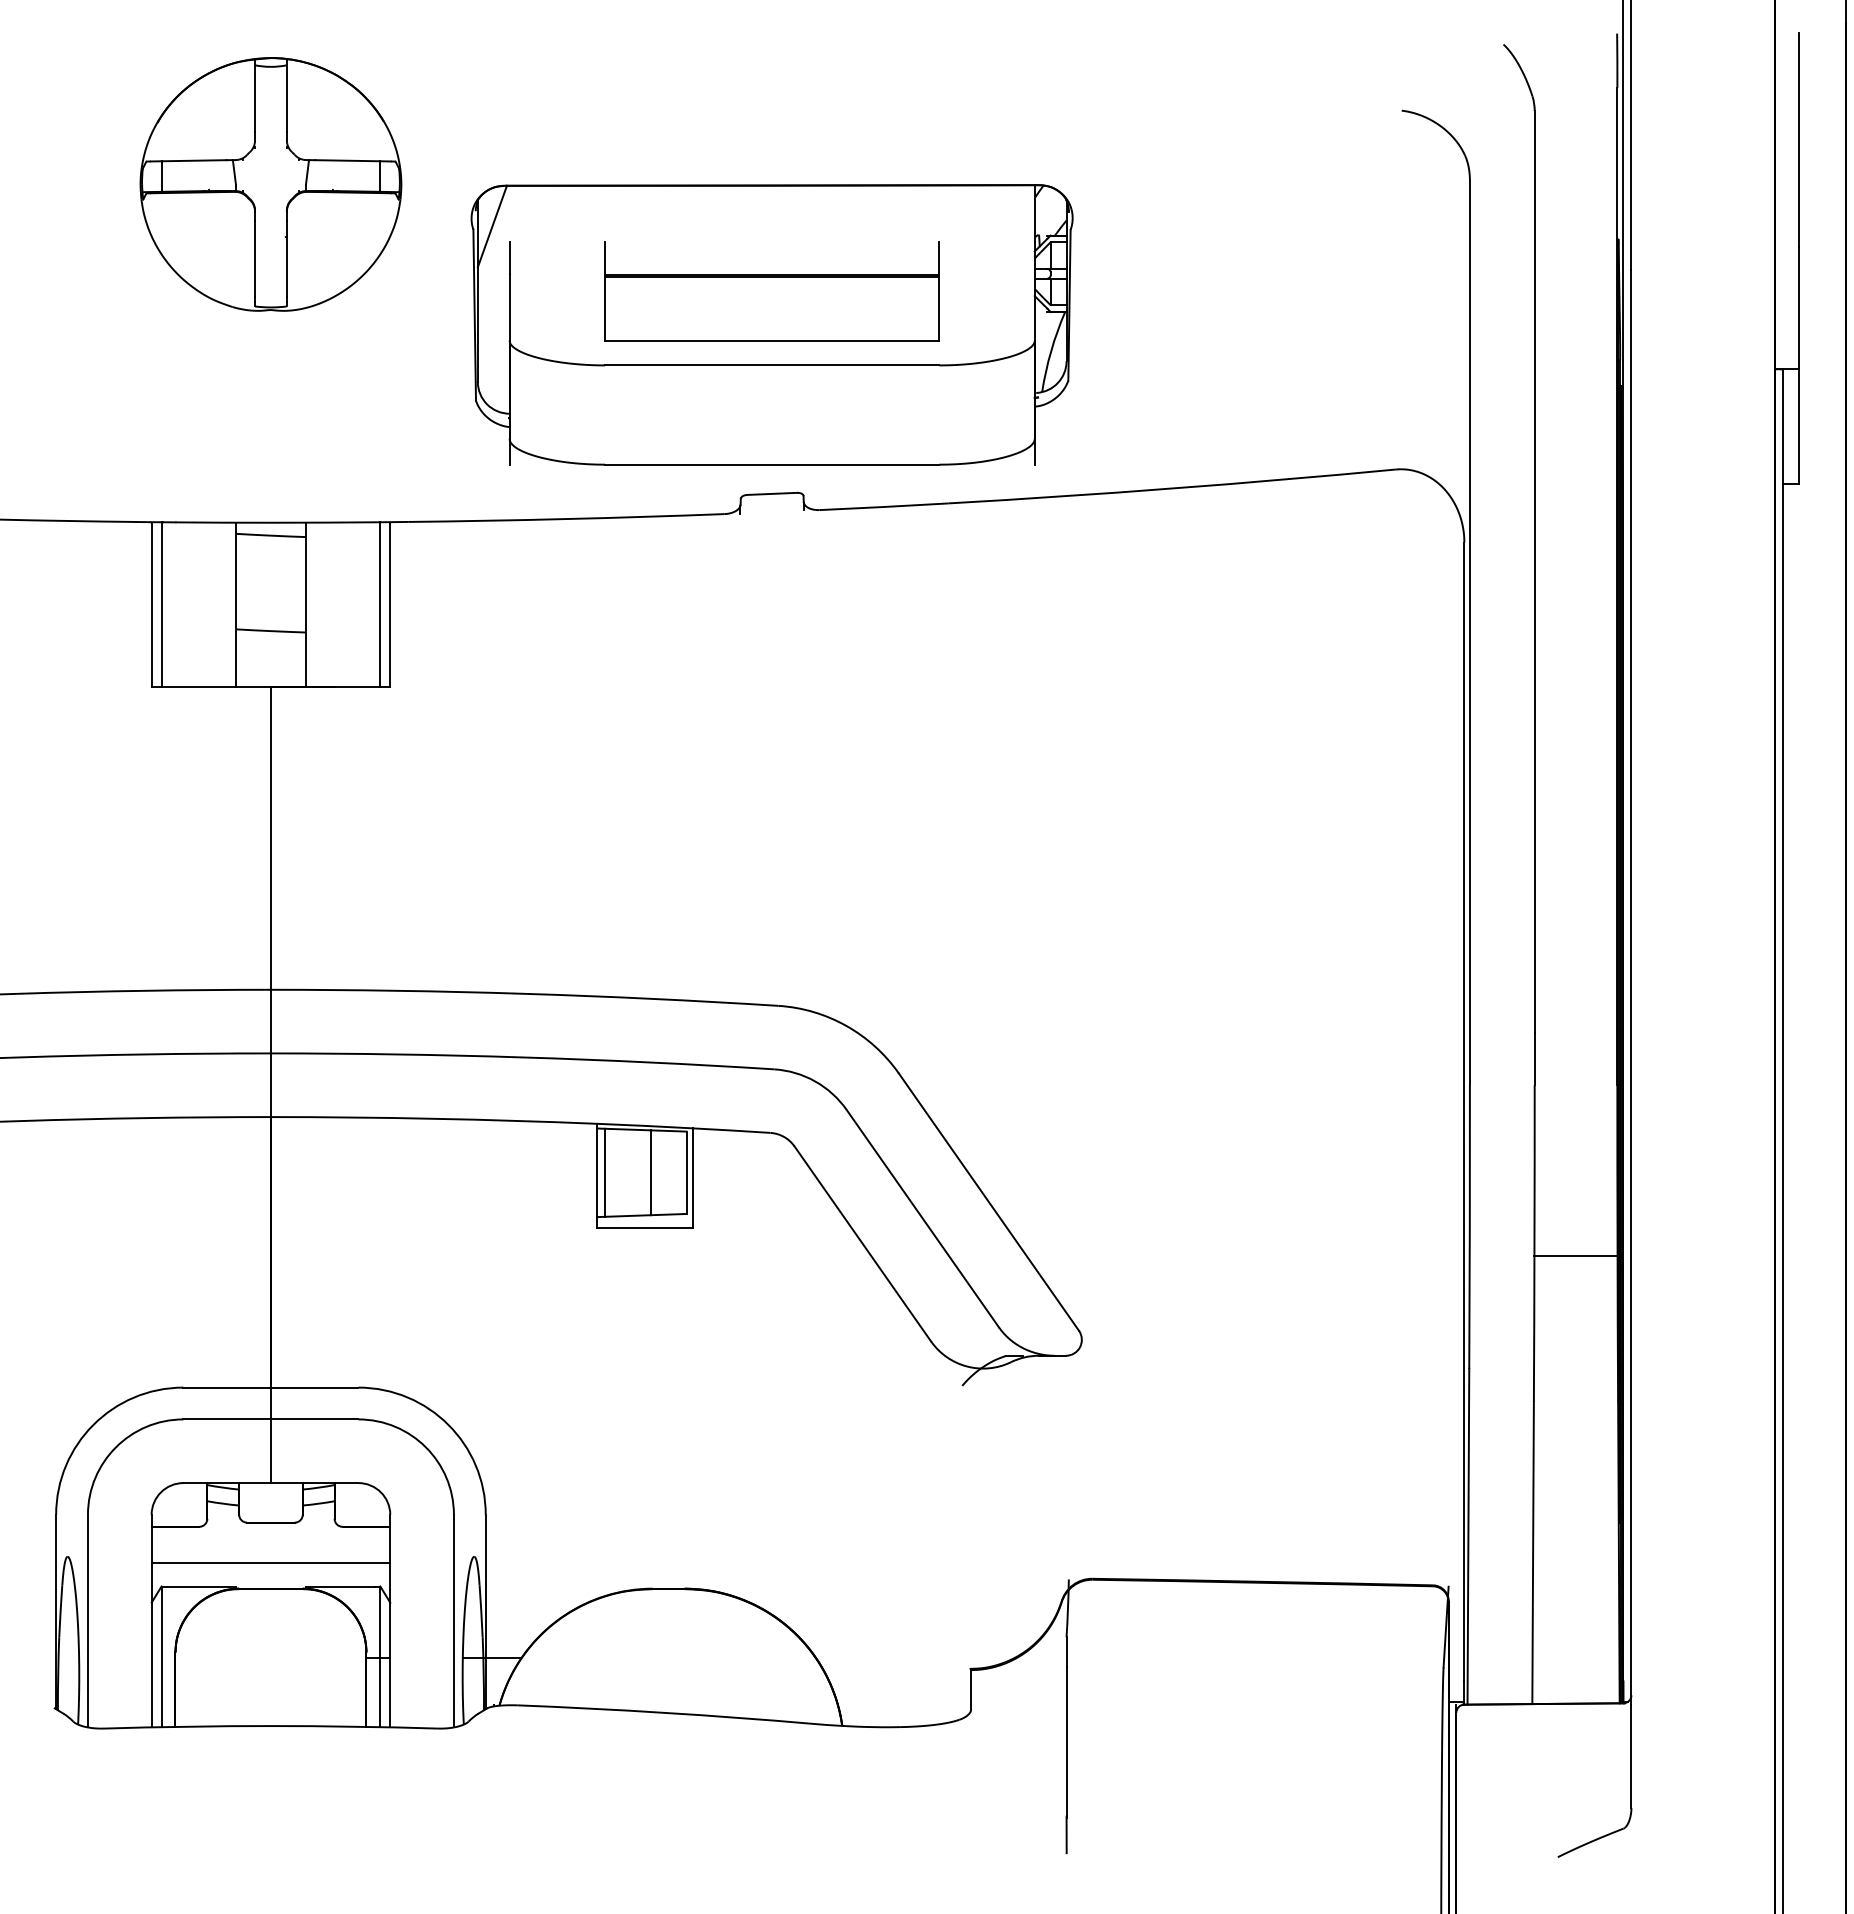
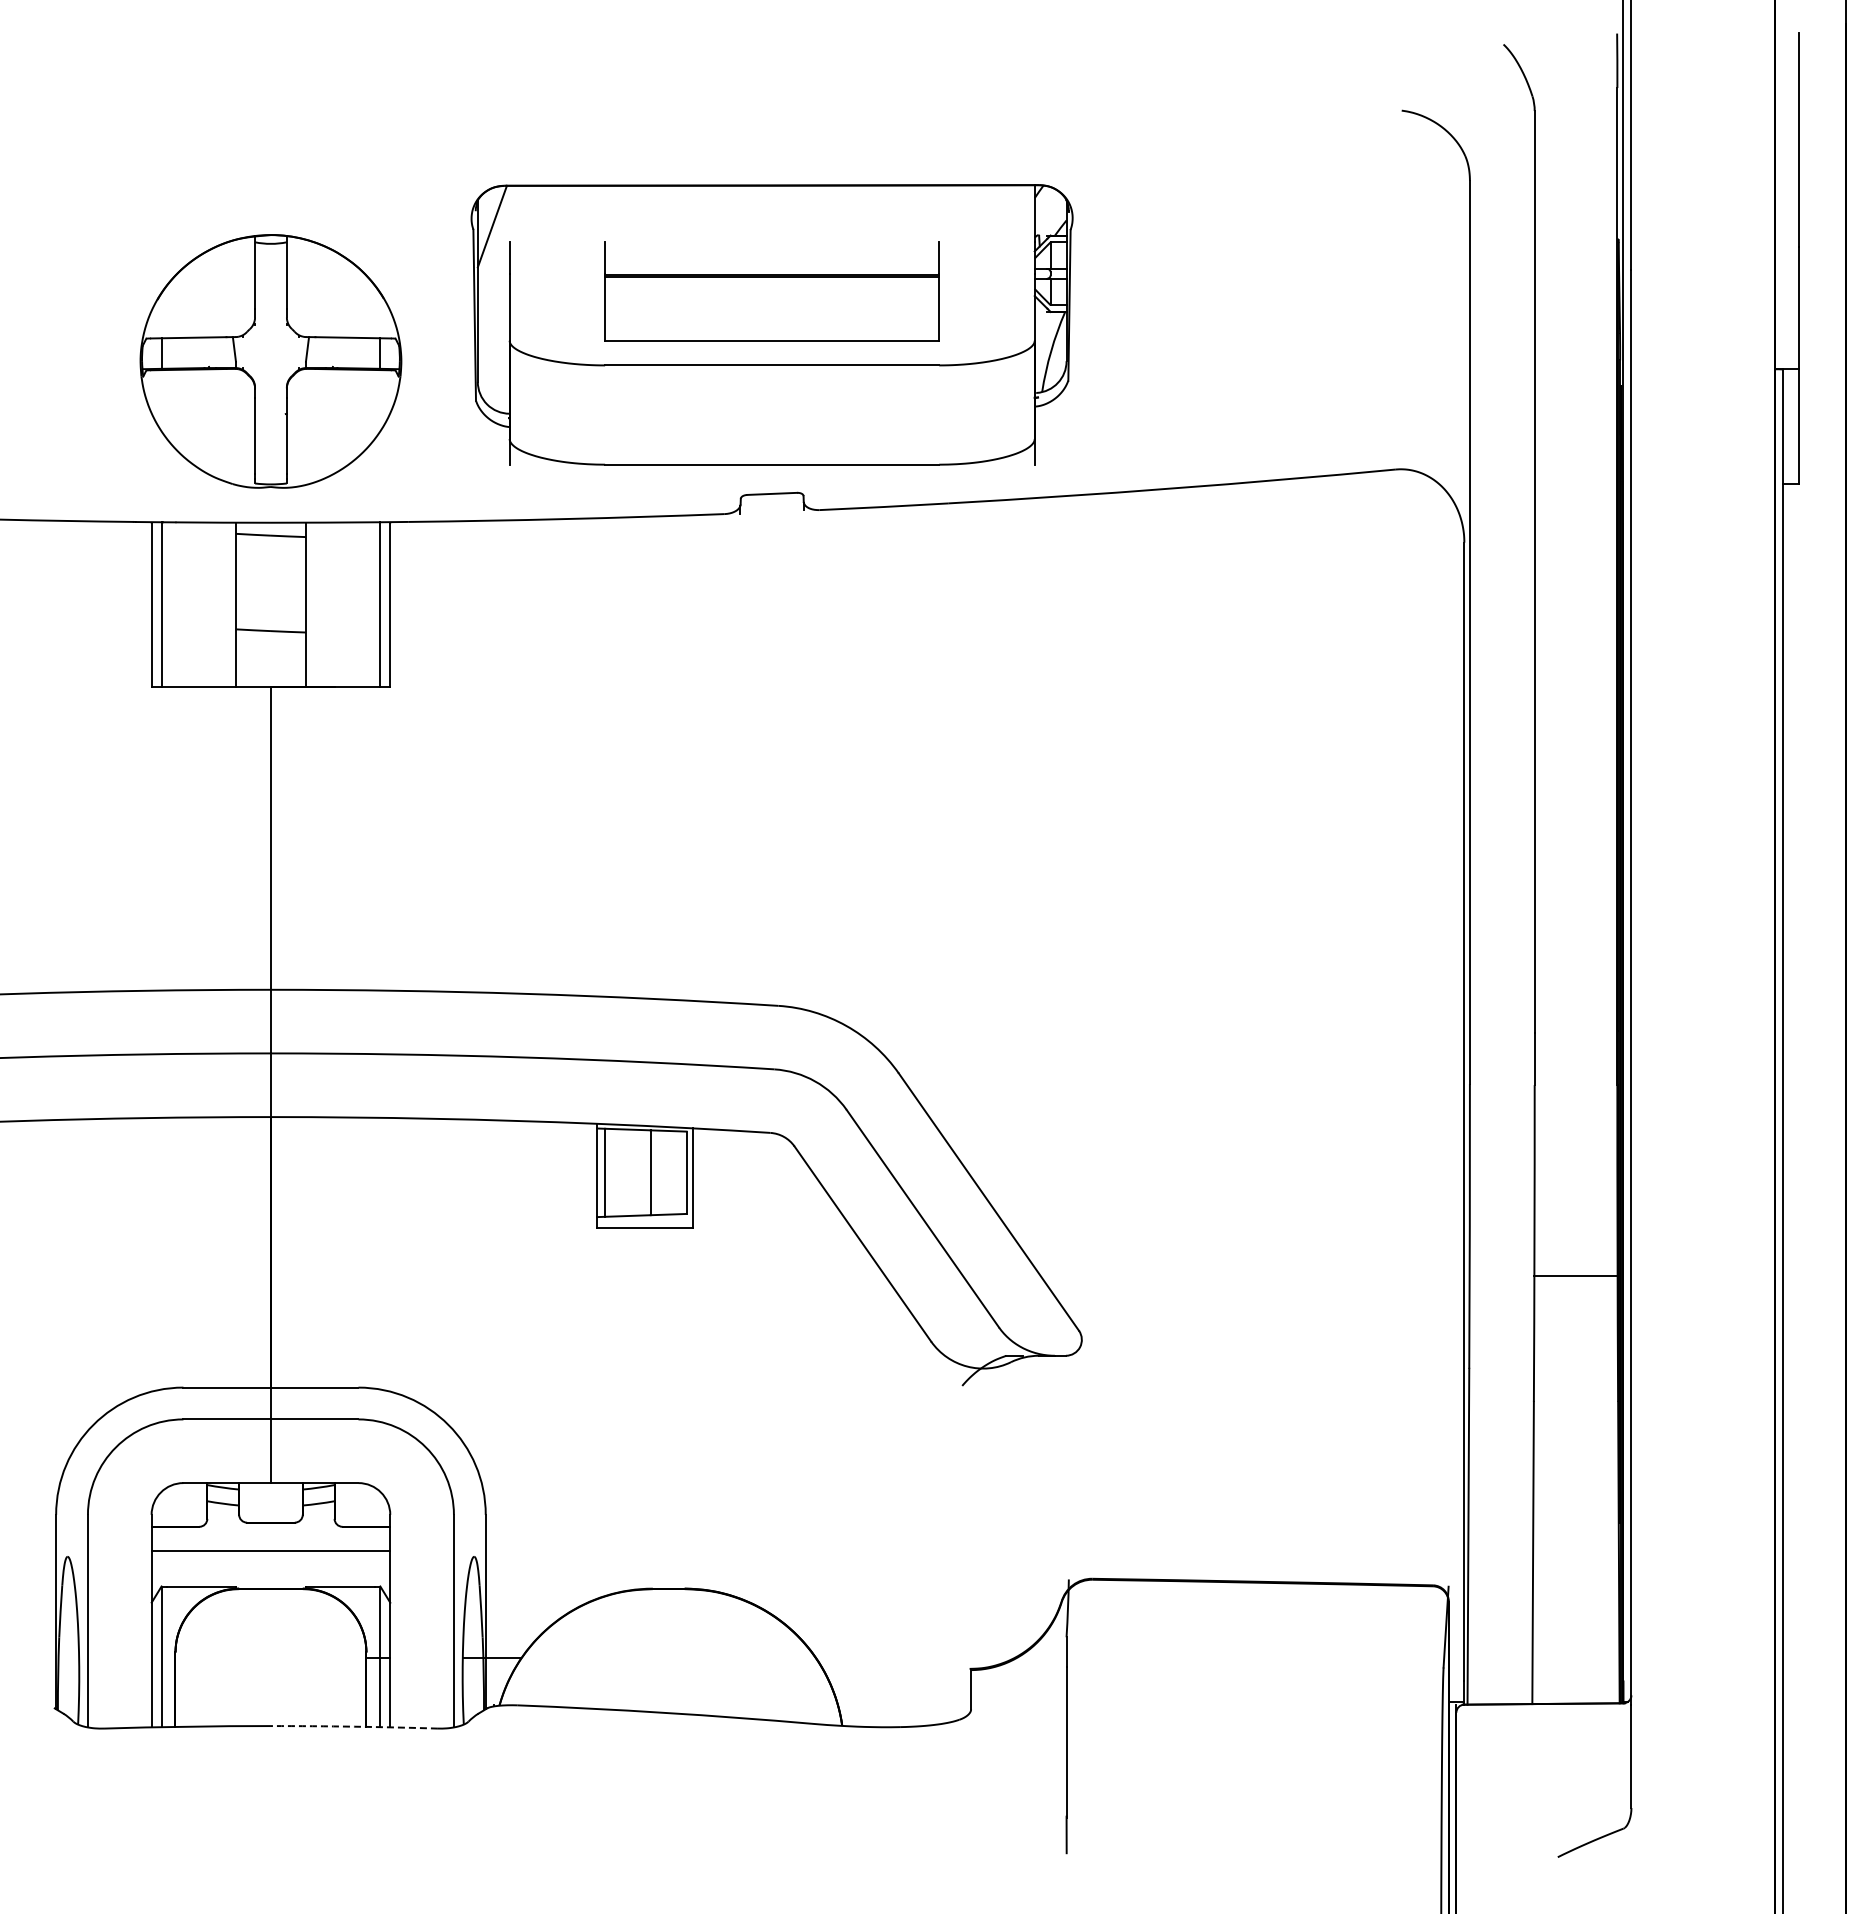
part at (270, 184) position: (270, 184) -> (270, 361)
line at (1575, 1255) position: (1575, 1255) -> (1575, 1275)
line at (270, 1562) position: (270, 1562) -> (270, 1550)
arc at (354, 1726): solid -> dashed
